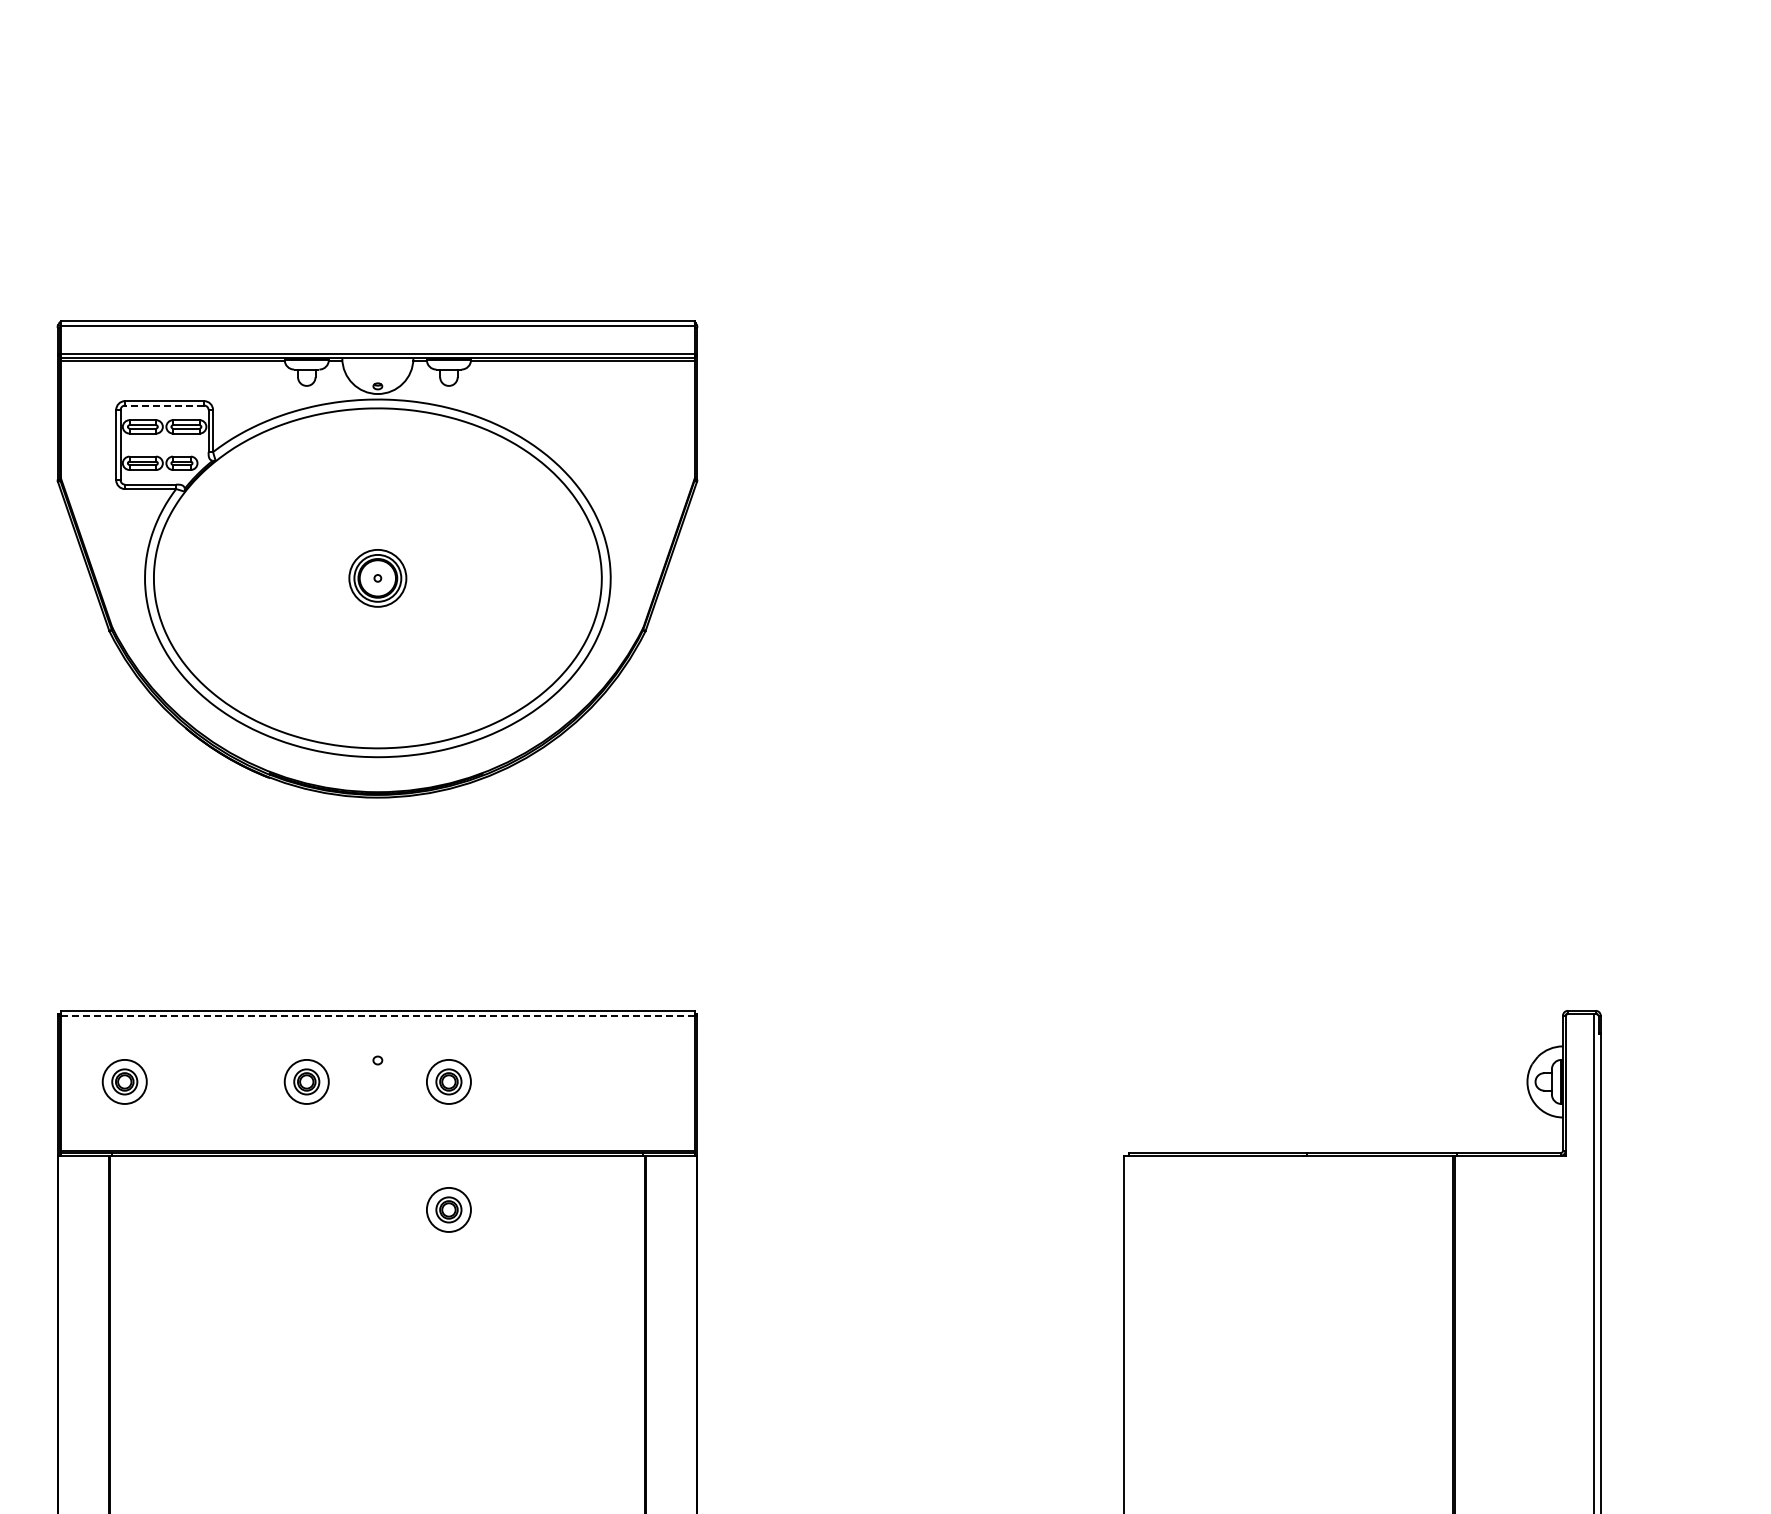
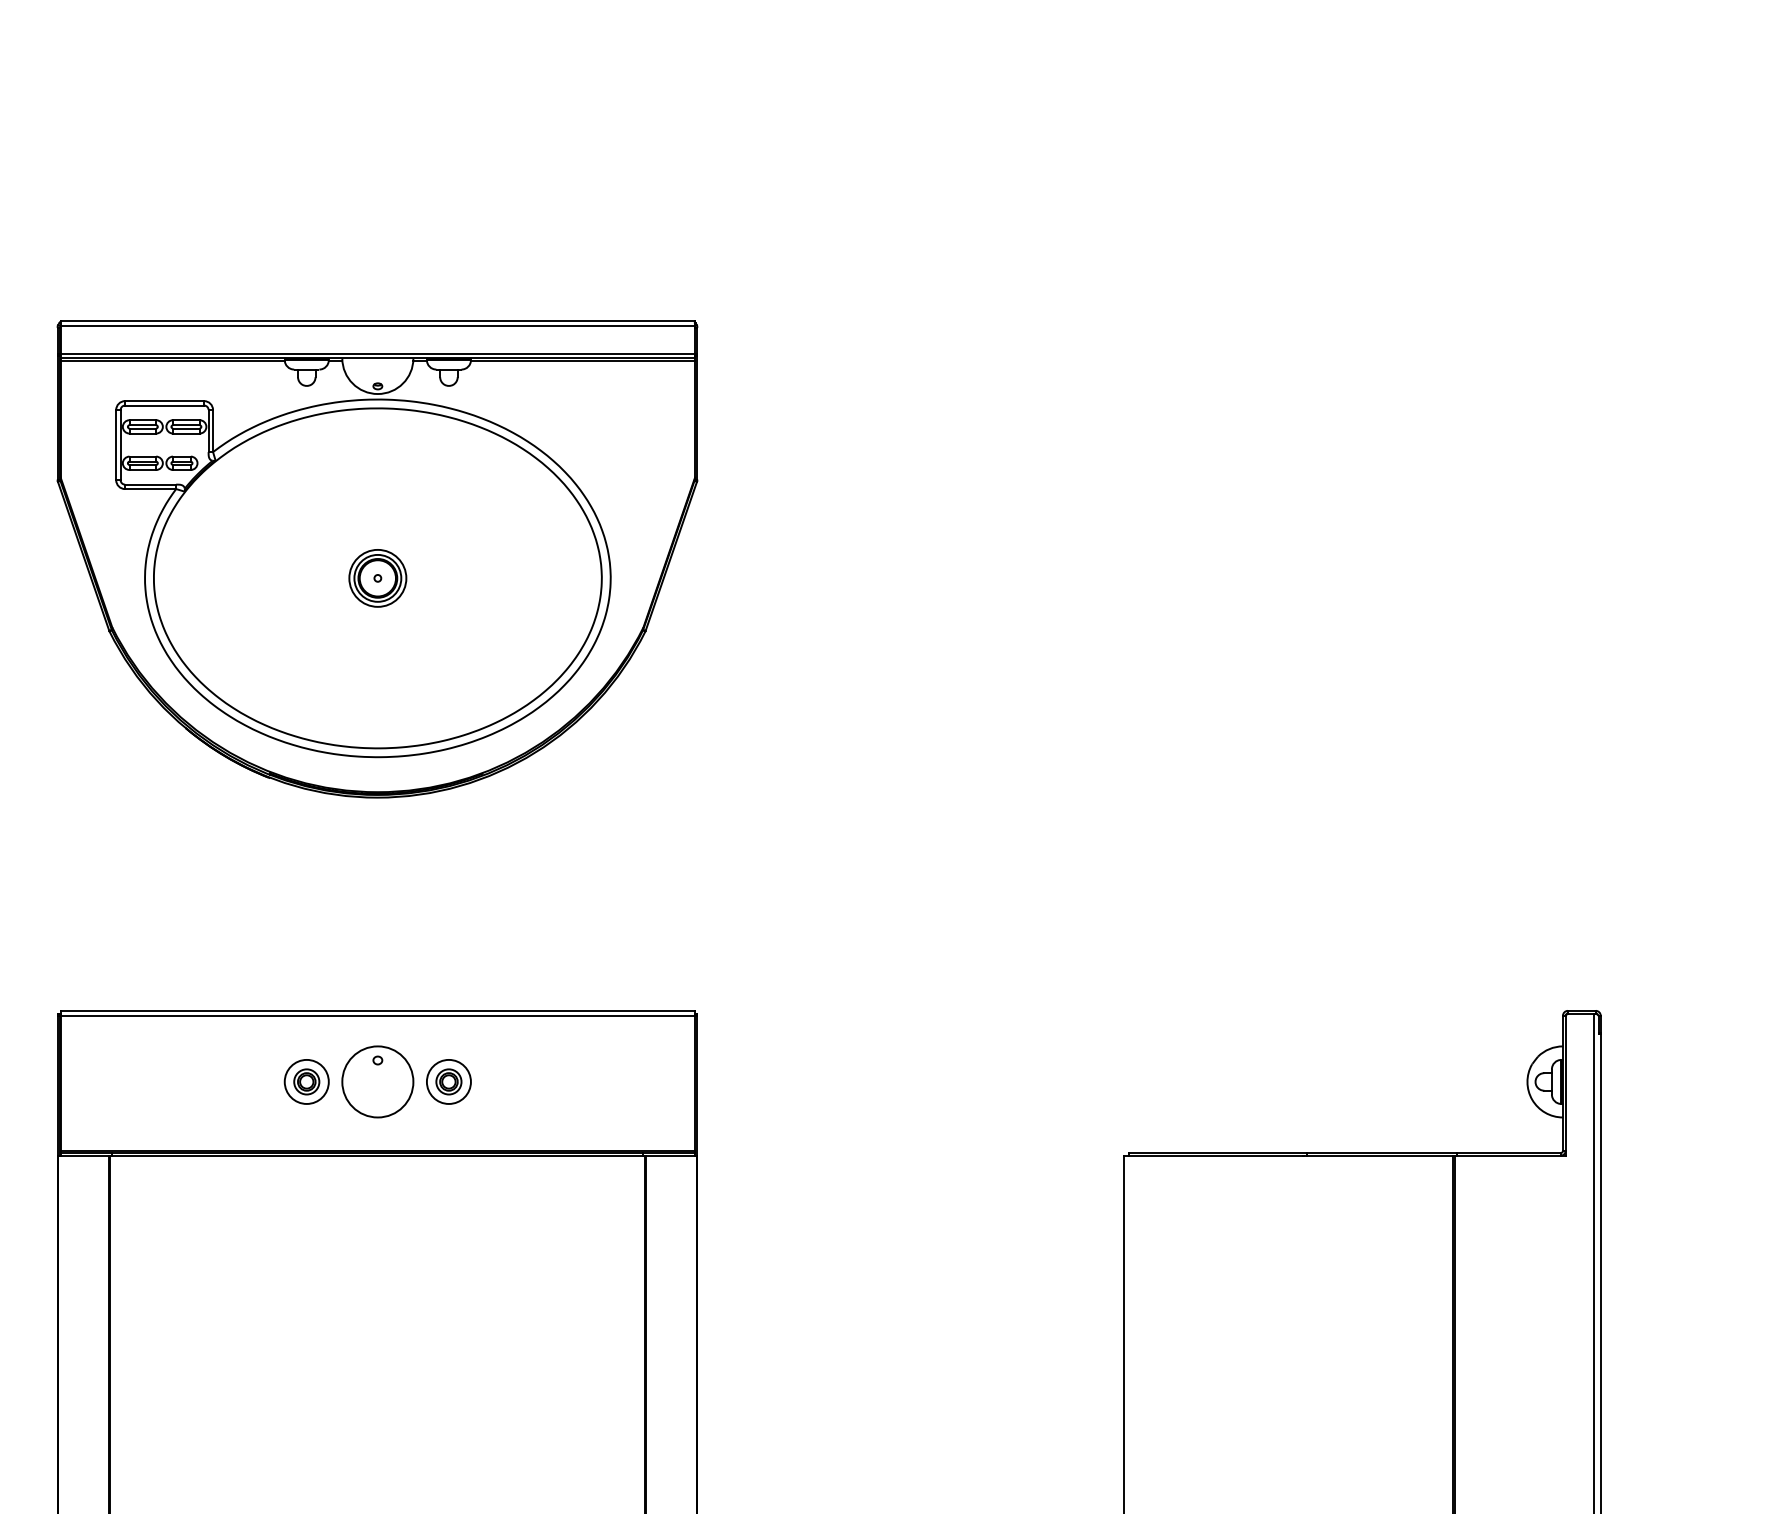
line at (164, 405): dashed -> solid
line at (377, 1015): dashed -> solid
part at (124, 1081): present -> none
circle at (377, 1081): none -> present
part at (448, 1209): present -> none
